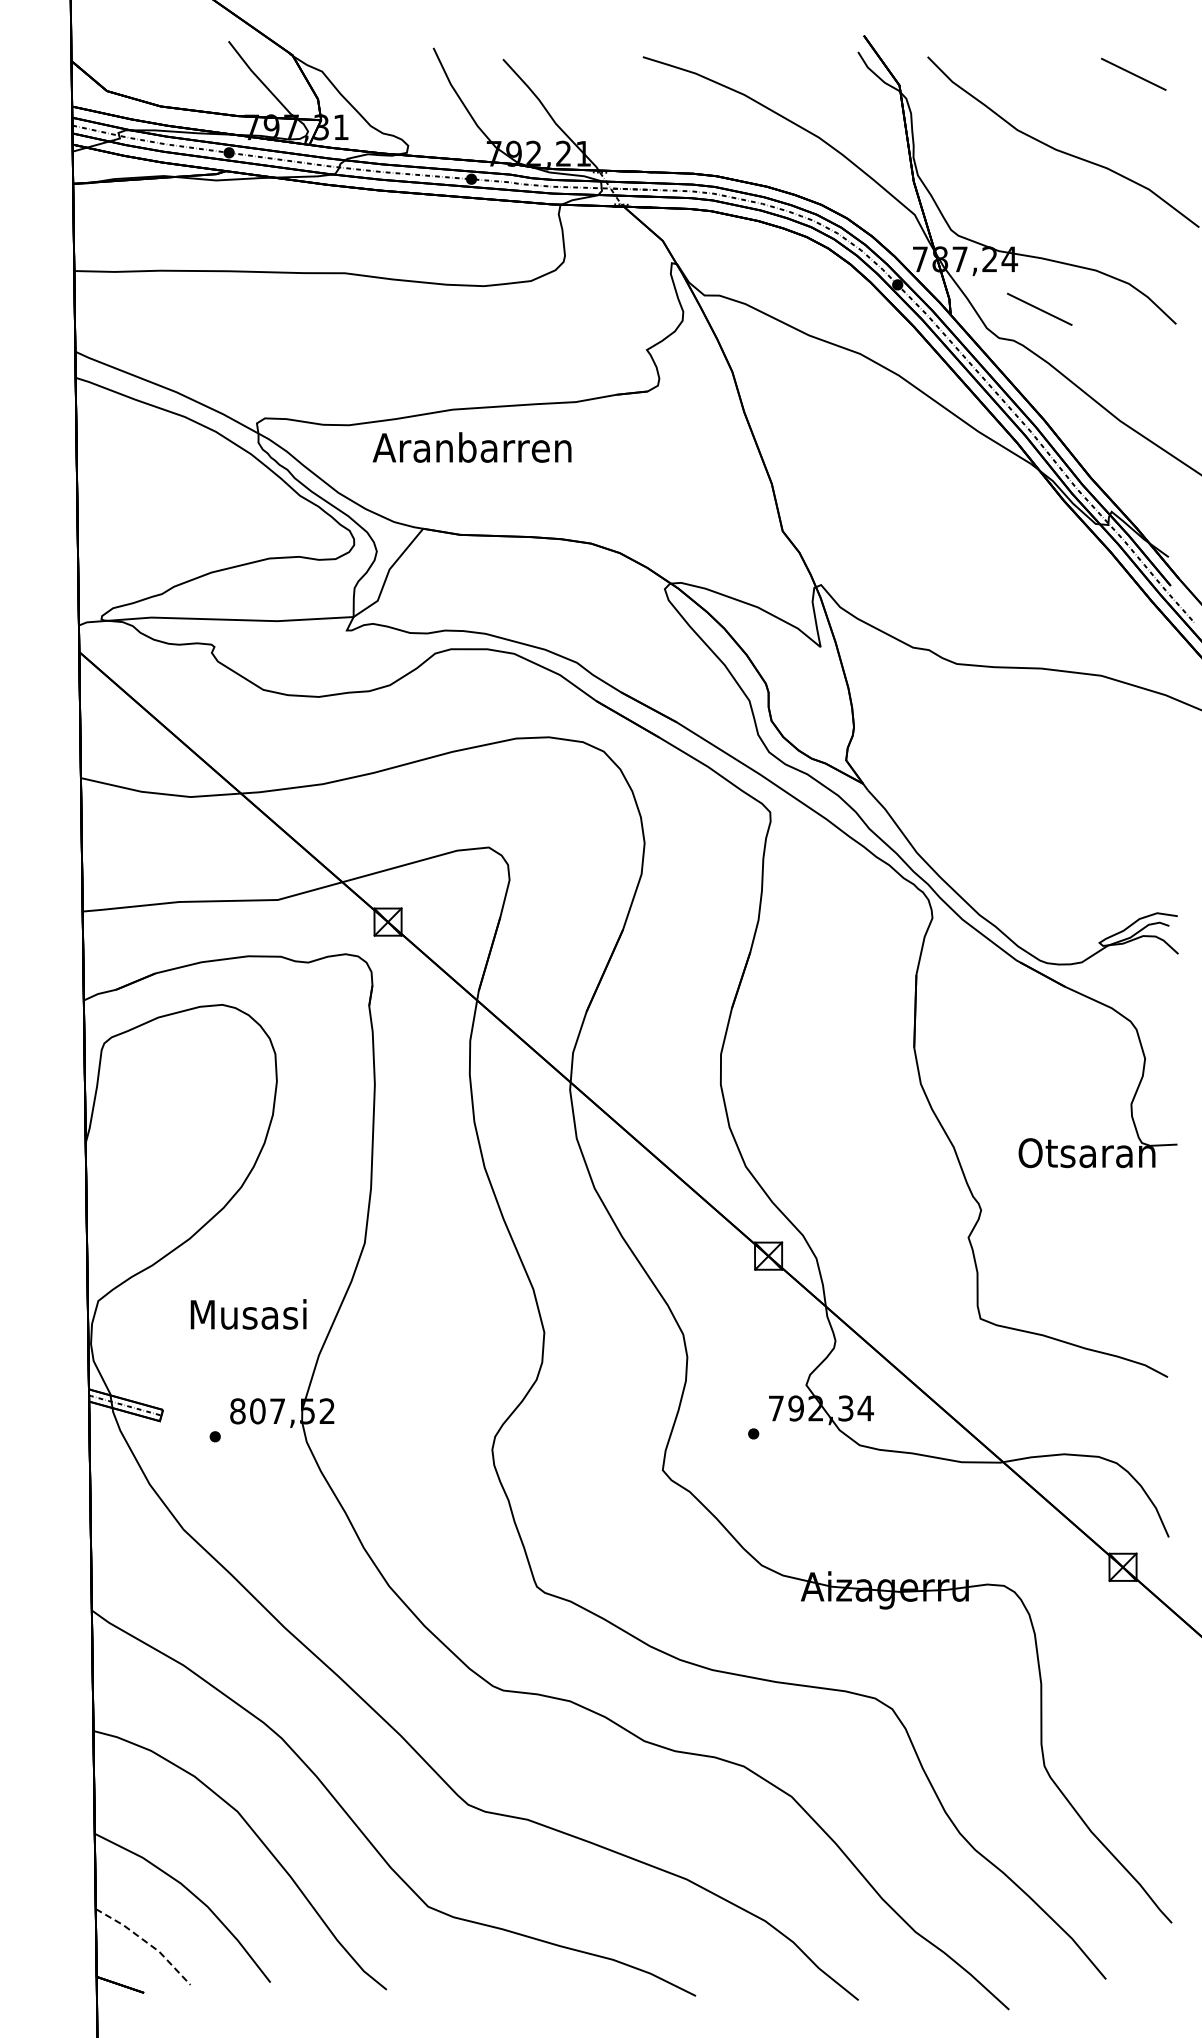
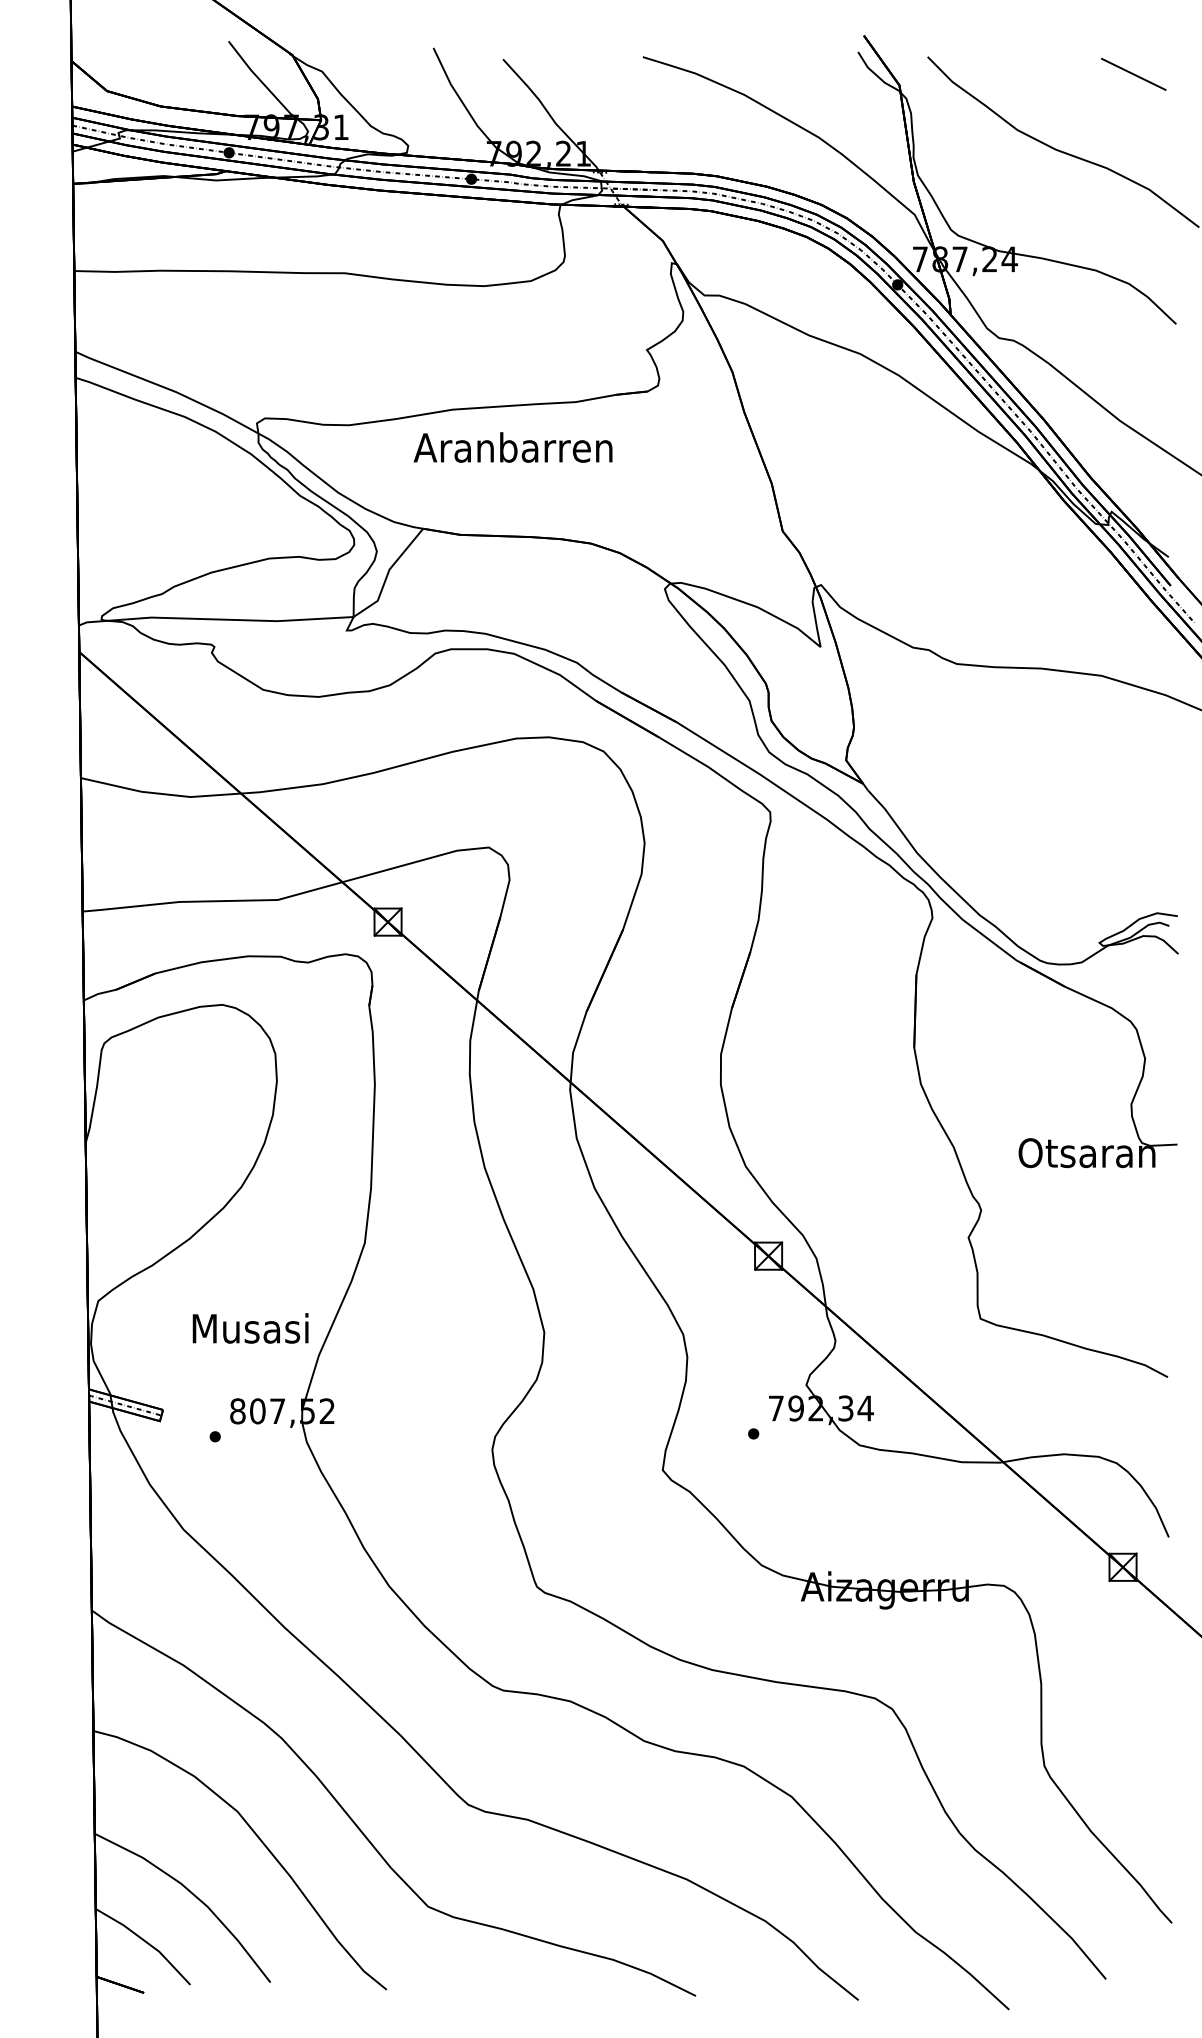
line at (1039, 308): present -> none
text at (471, 447) position: (471, 447) -> (512, 447)
text at (248, 1314) position: (248, 1314) -> (250, 1328)
line at (146, 1942): dashed -> solid
